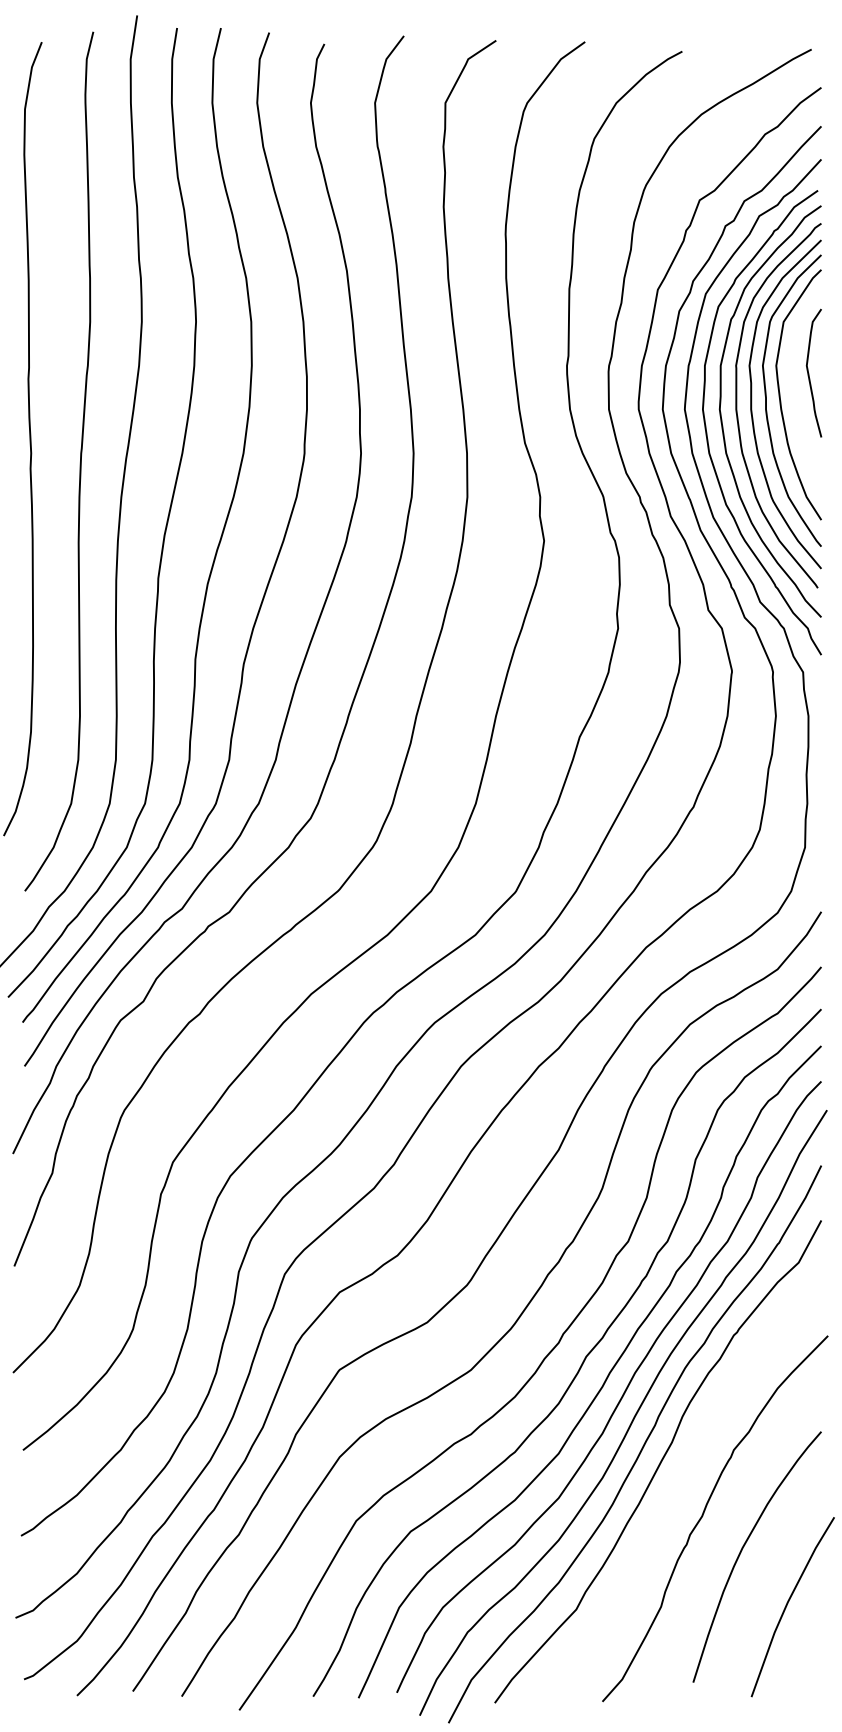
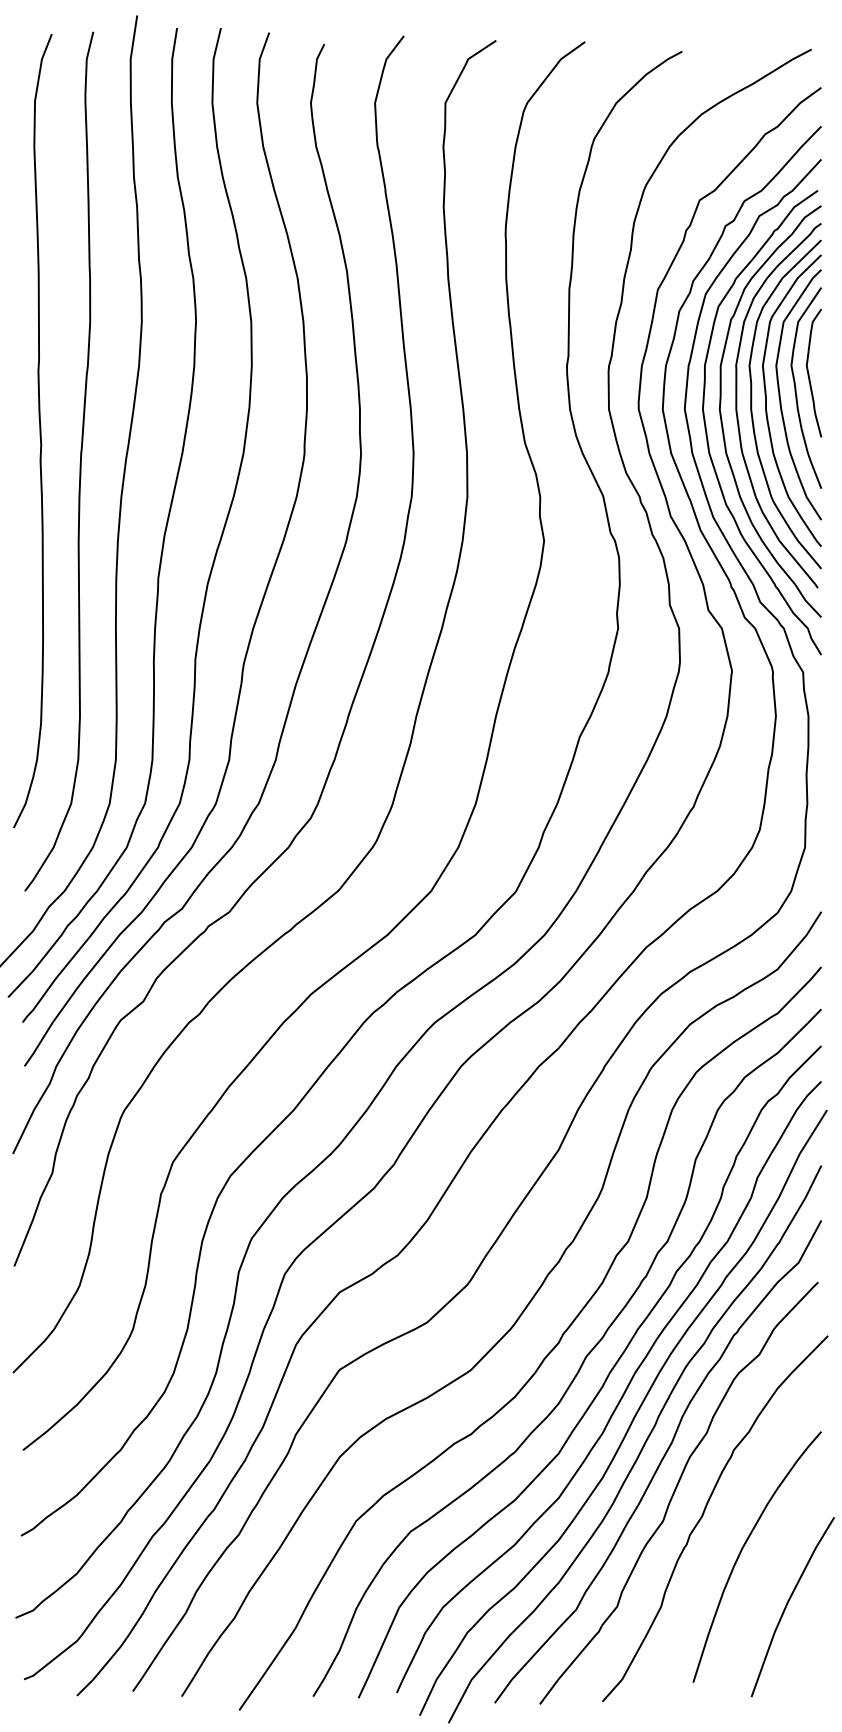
curve at (796, 387): none -> present
curve at (29, 439) position: (29, 439) -> (39, 431)
curve at (675, 1492): none -> present
